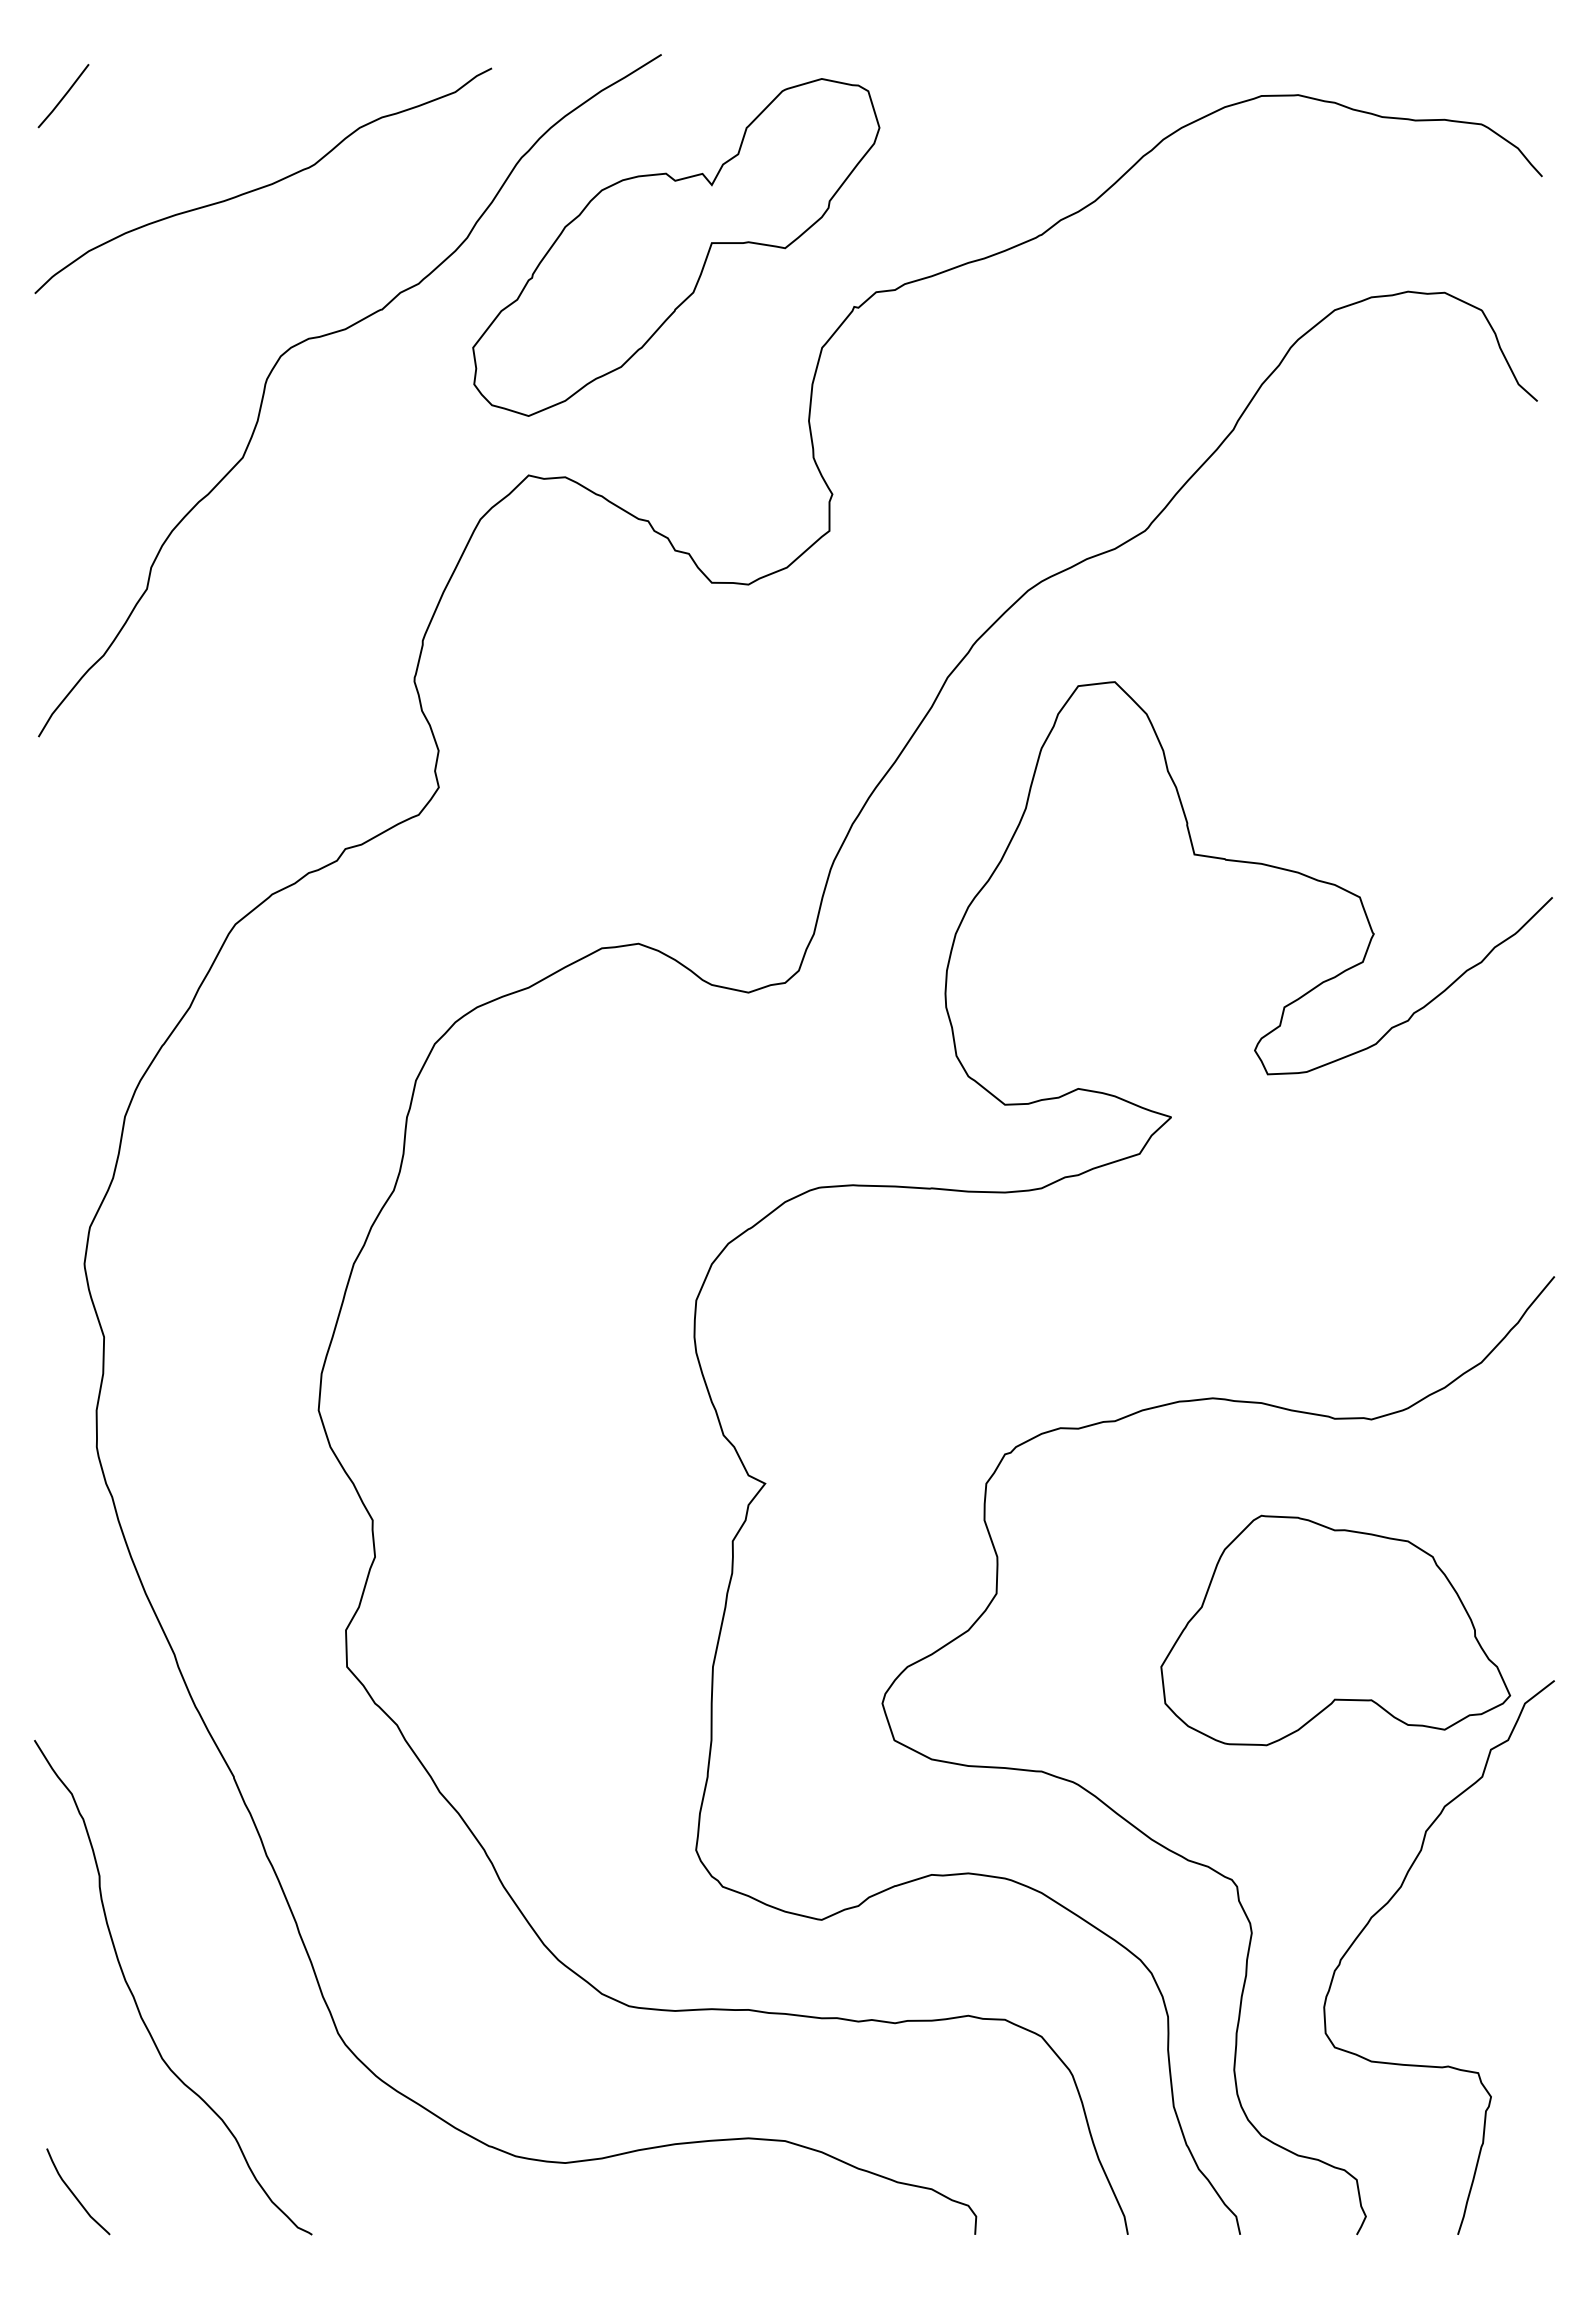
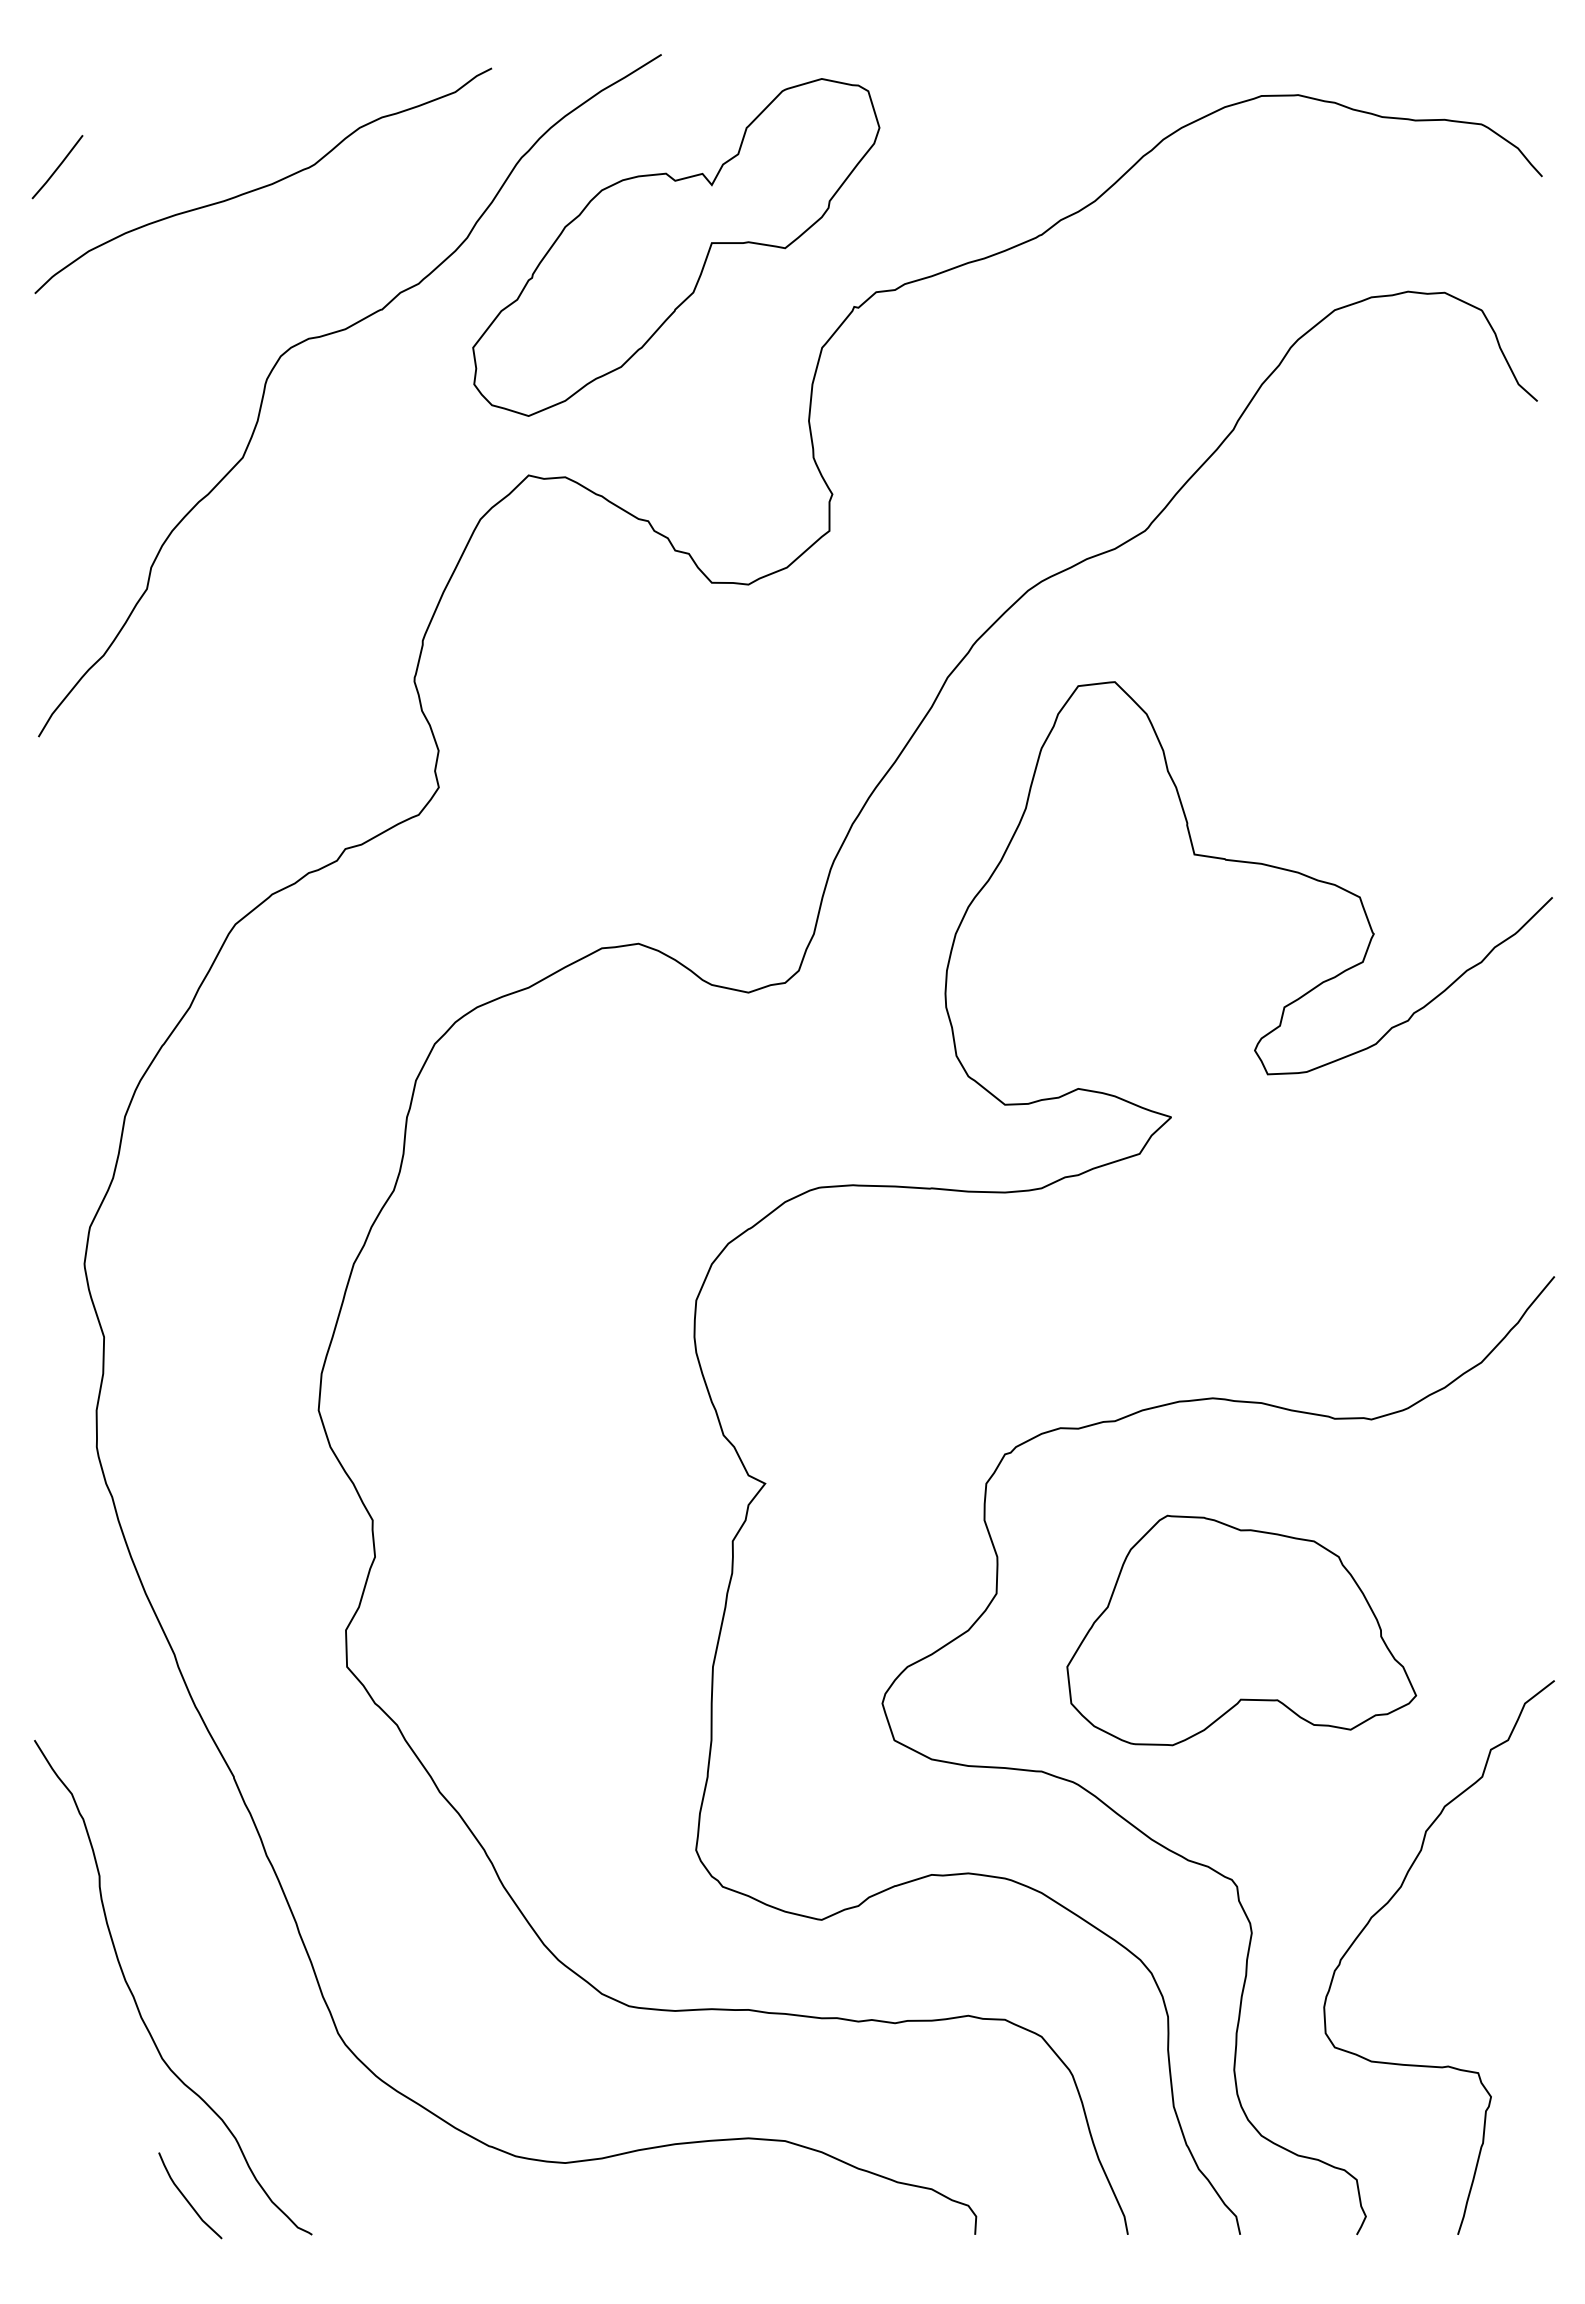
line at (63, 96) position: (63, 96) -> (57, 167)
part at (1335, 1630) position: (1335, 1630) -> (1241, 1630)
curve at (74, 2193) position: (74, 2193) -> (186, 2197)
